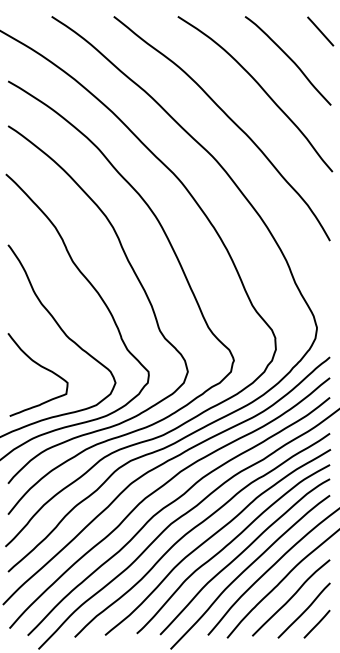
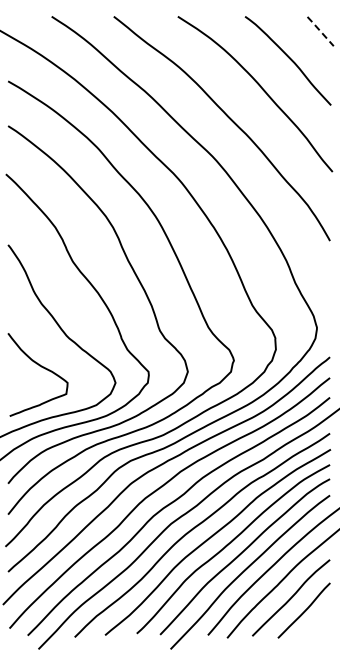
line at (320, 31): solid -> dashed
line at (316, 623): present -> none
